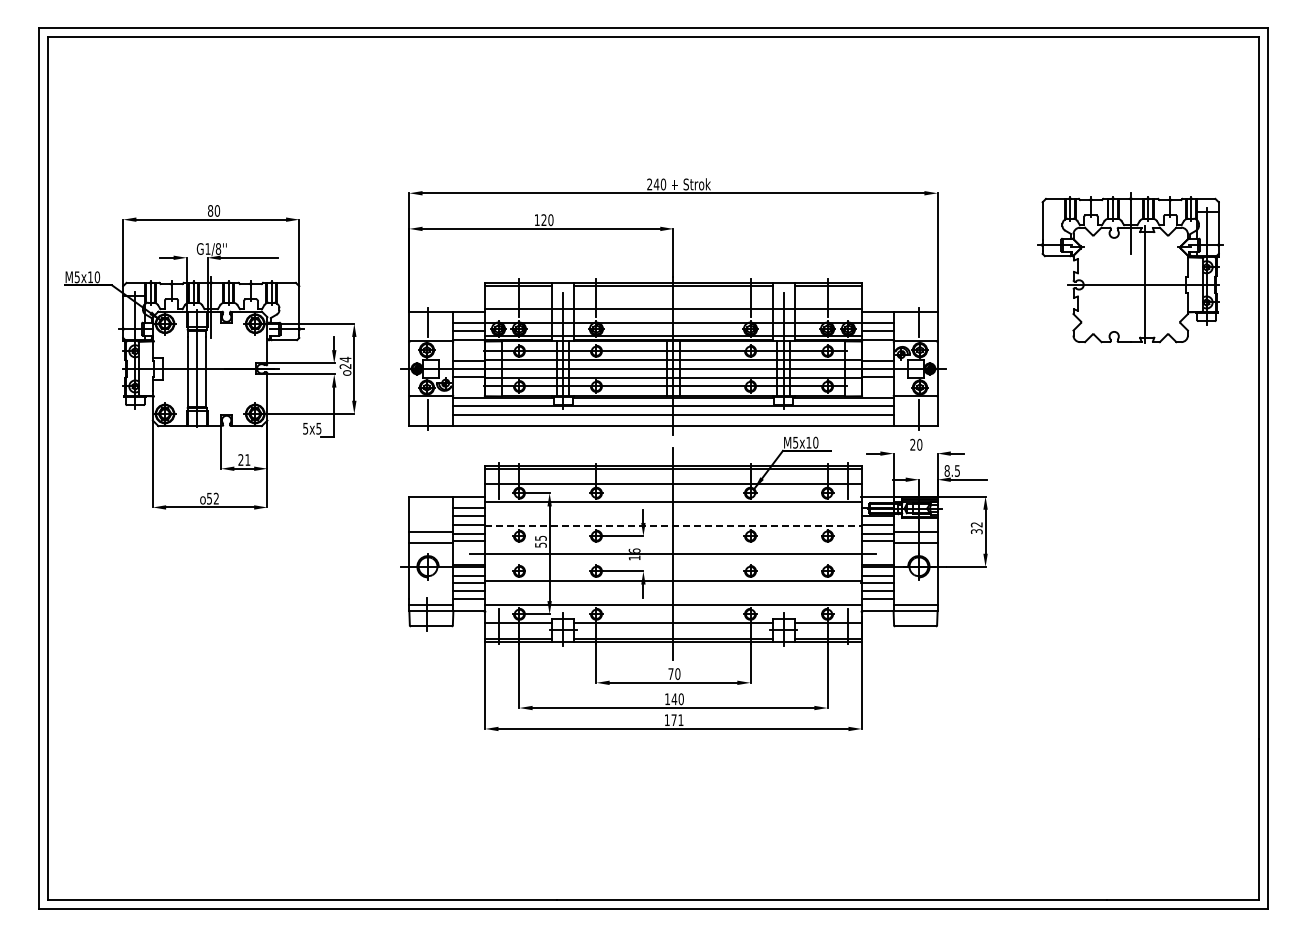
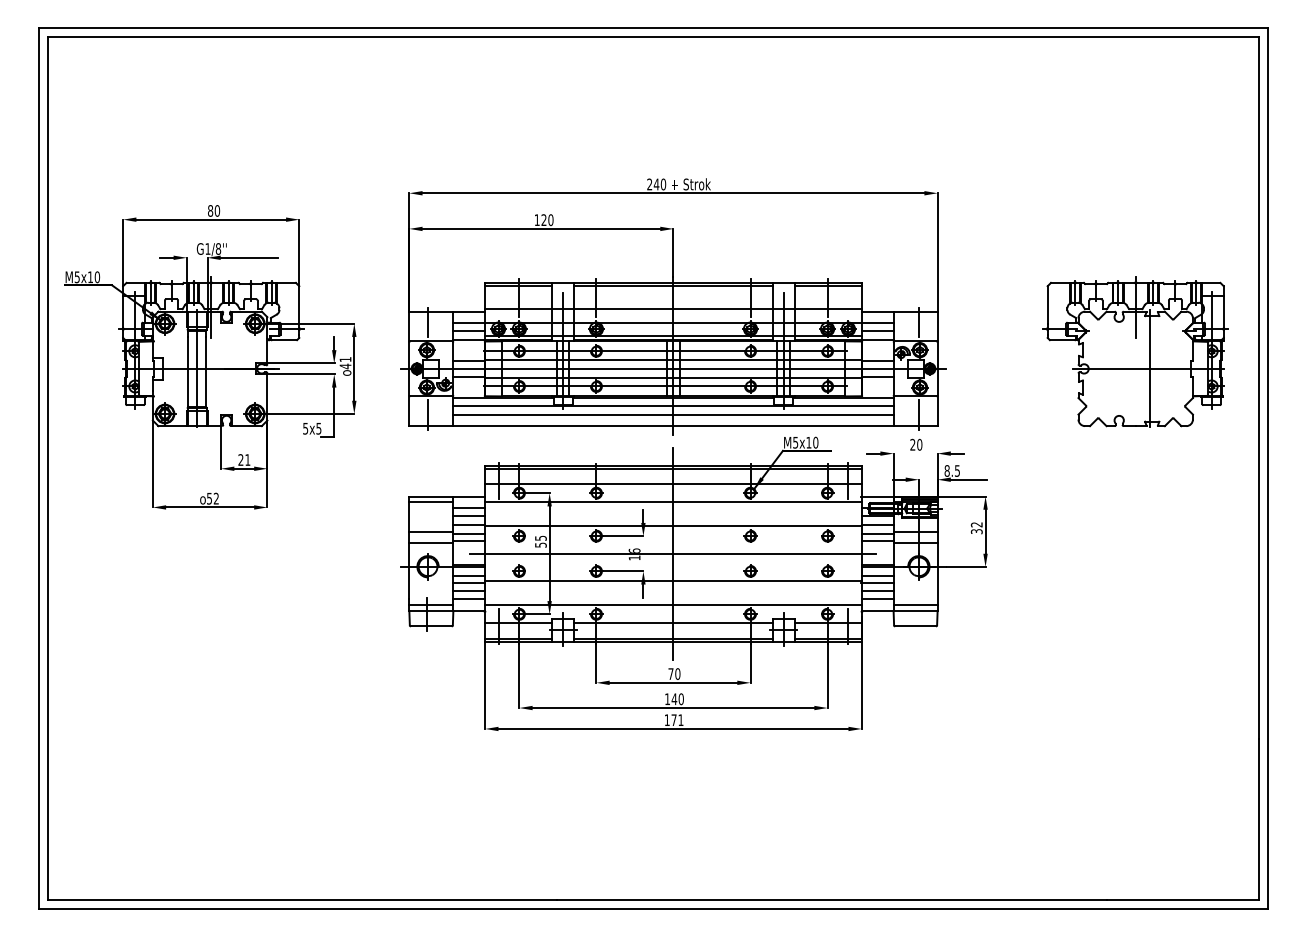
part at (1130, 267) position: (1130, 267) -> (1135, 351)
text at (345, 362): 24 -> 41
line at (431, 502): none -> present
line at (673, 526): dashed -> solid
